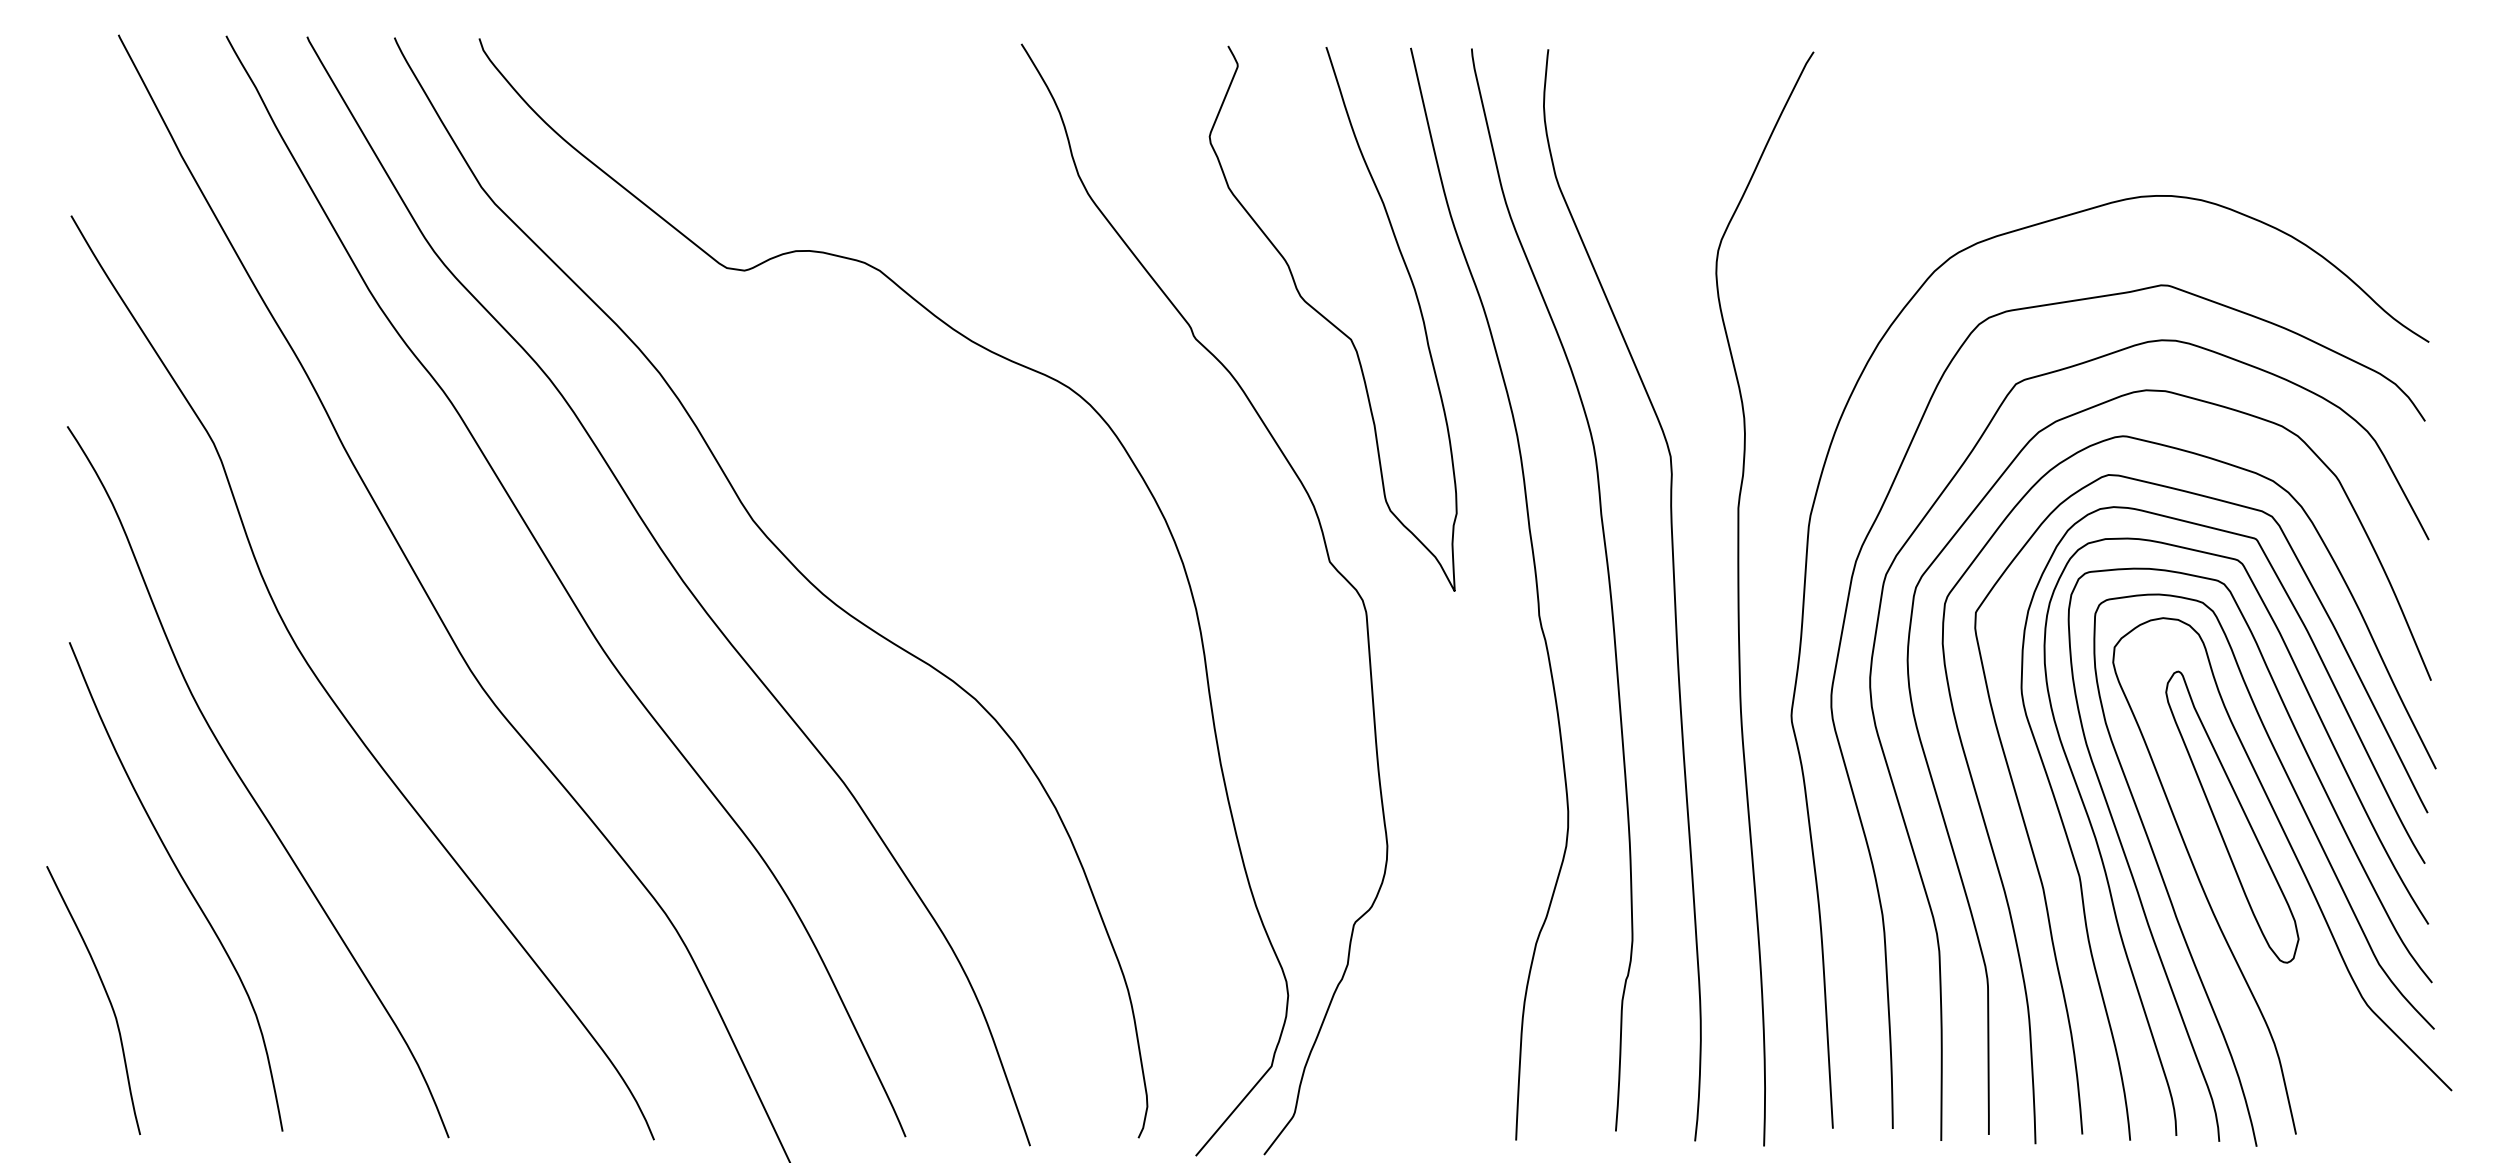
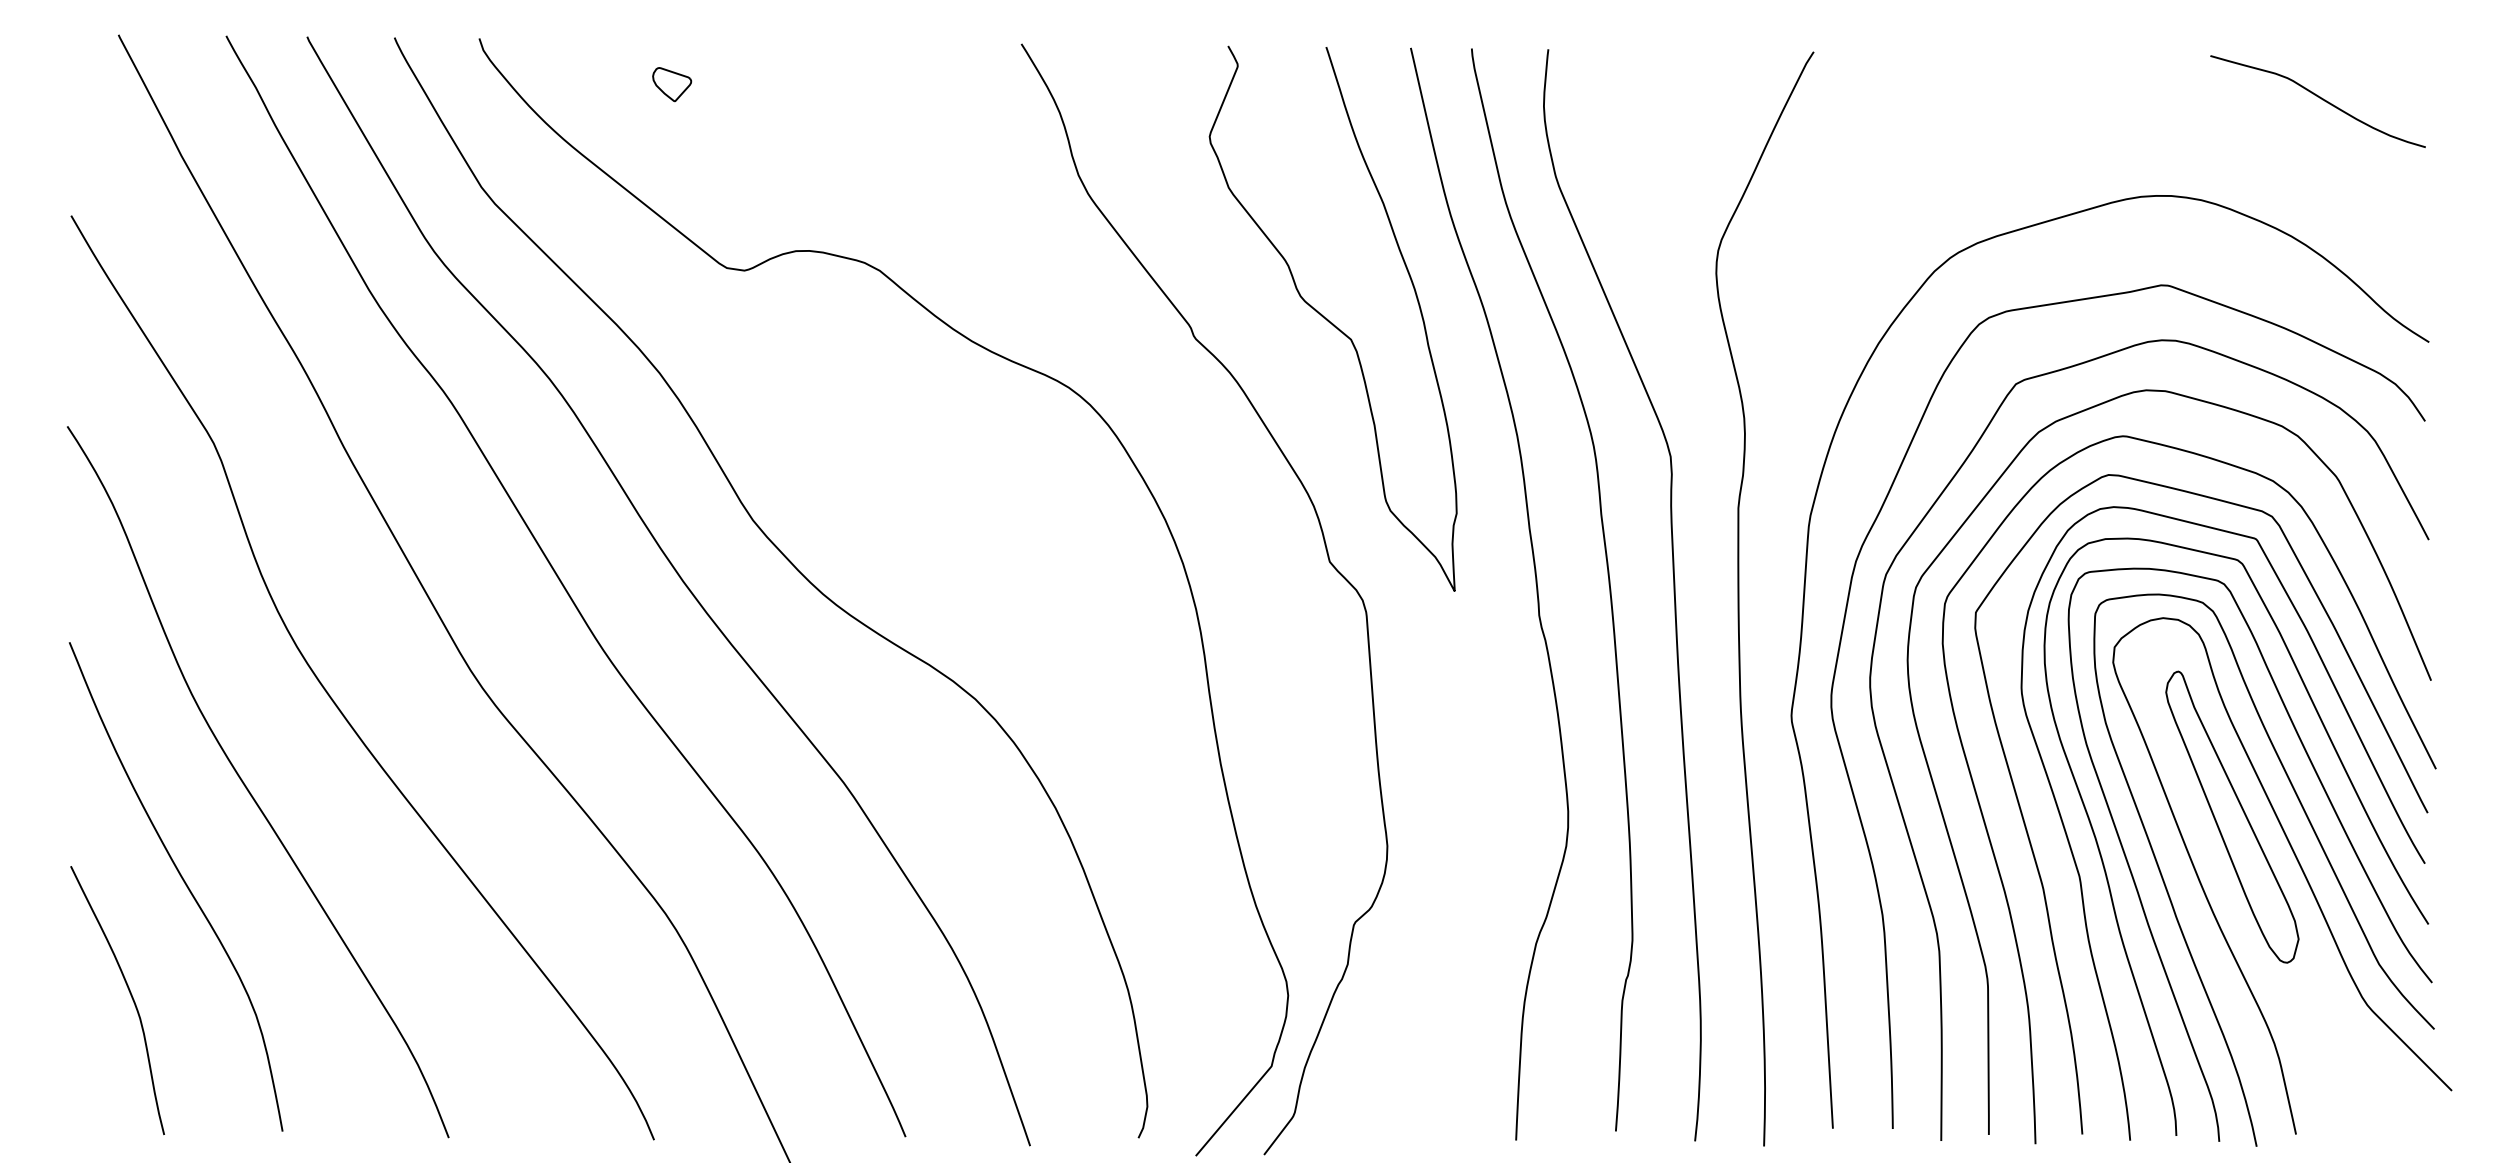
part at (672, 84): none -> present
curve at (2319, 98): none -> present
curve at (105, 993) position: (105, 993) -> (129, 993)
